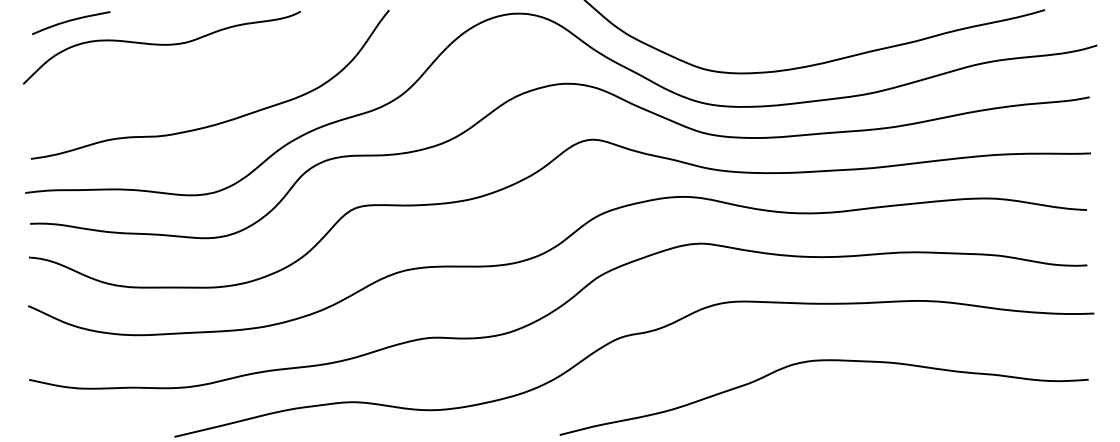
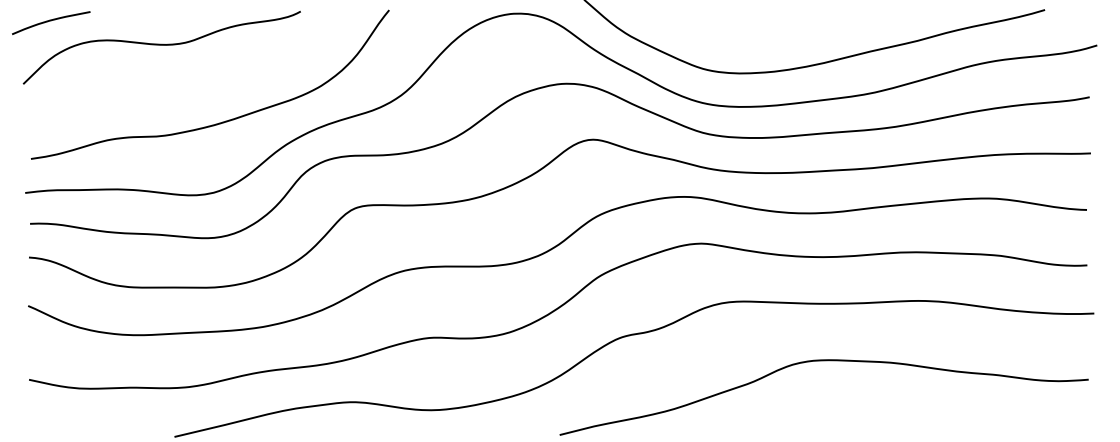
curve at (71, 21) position: (71, 21) -> (51, 21)
